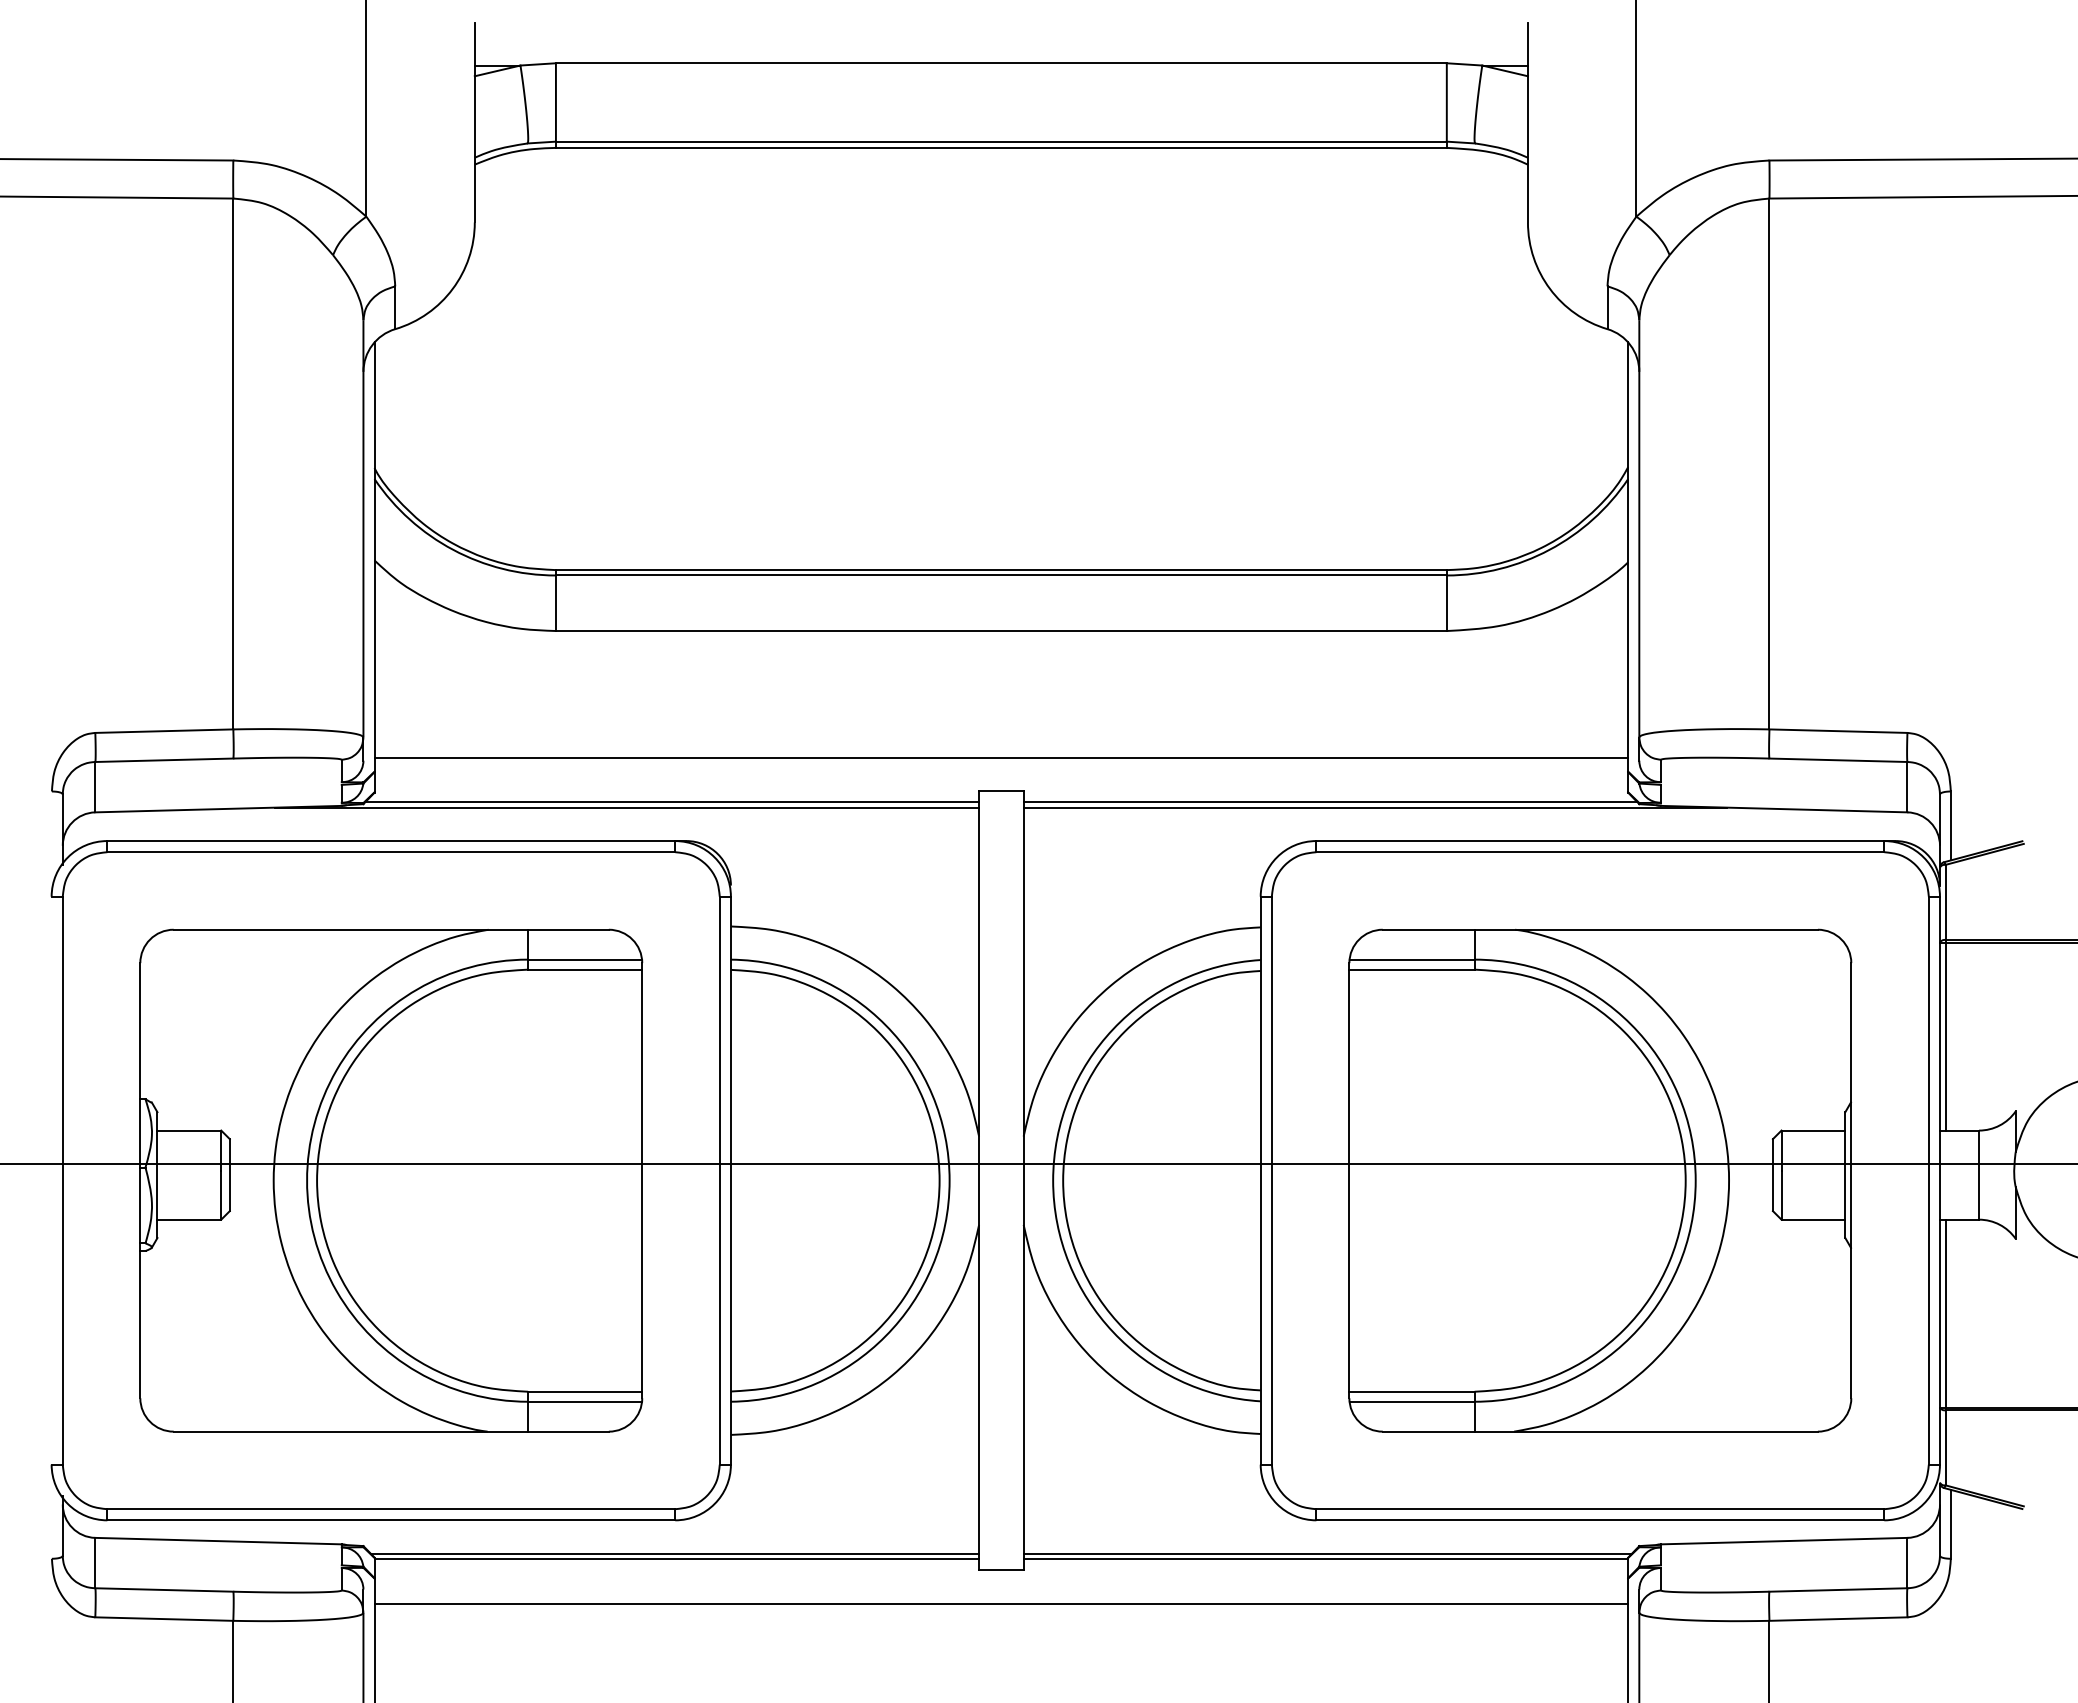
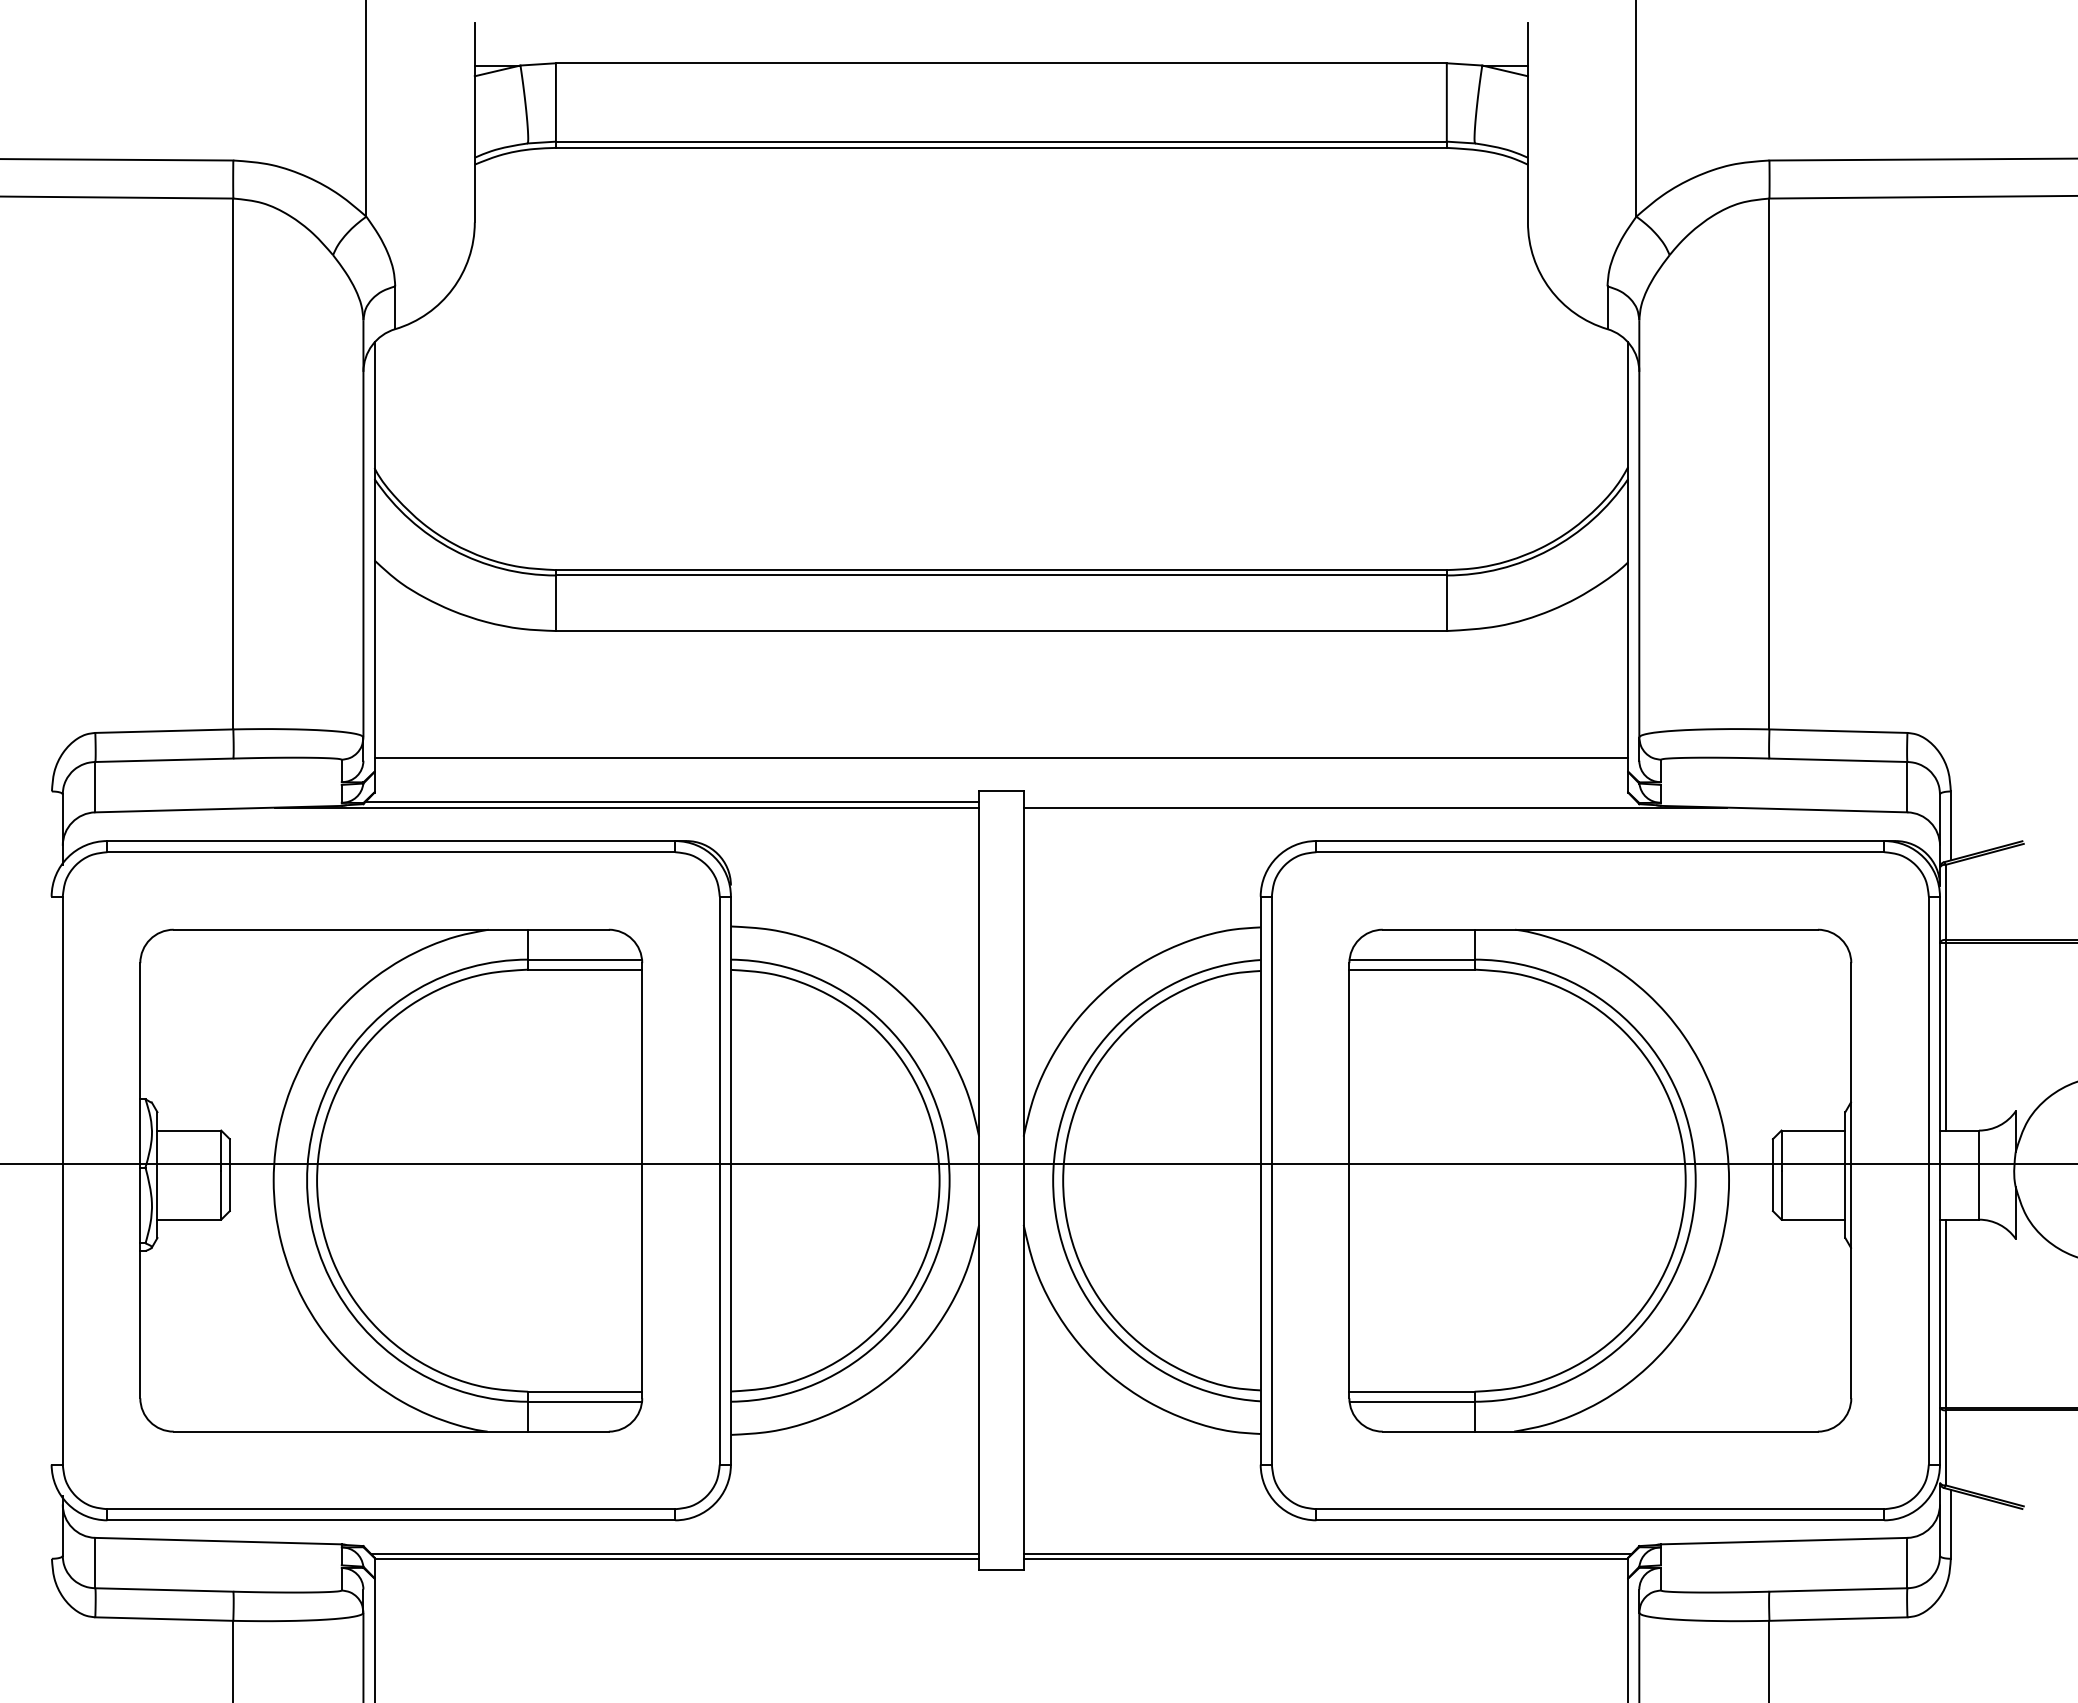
line at (1330, 802): present -> none
line at (1001, 1603): present -> none
